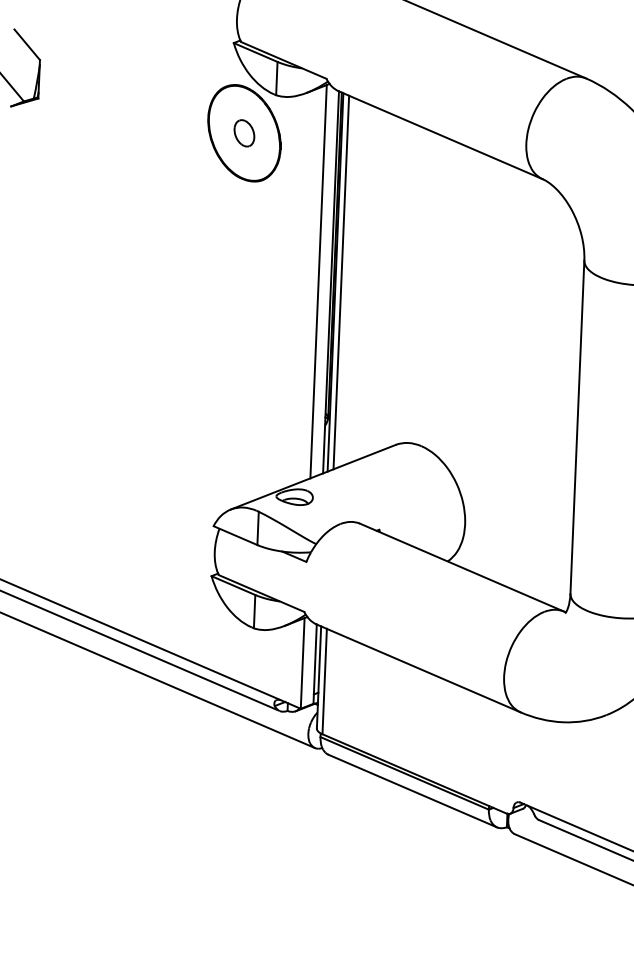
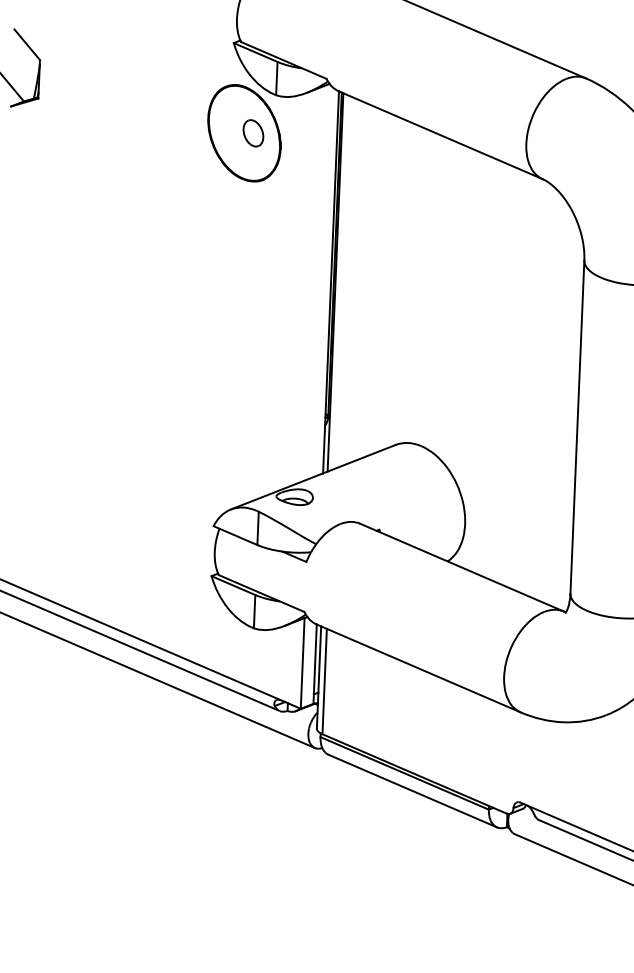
part at (244, 133) position: (244, 133) -> (253, 133)
line at (318, 281): present -> none
line at (341, 282): present -> none
